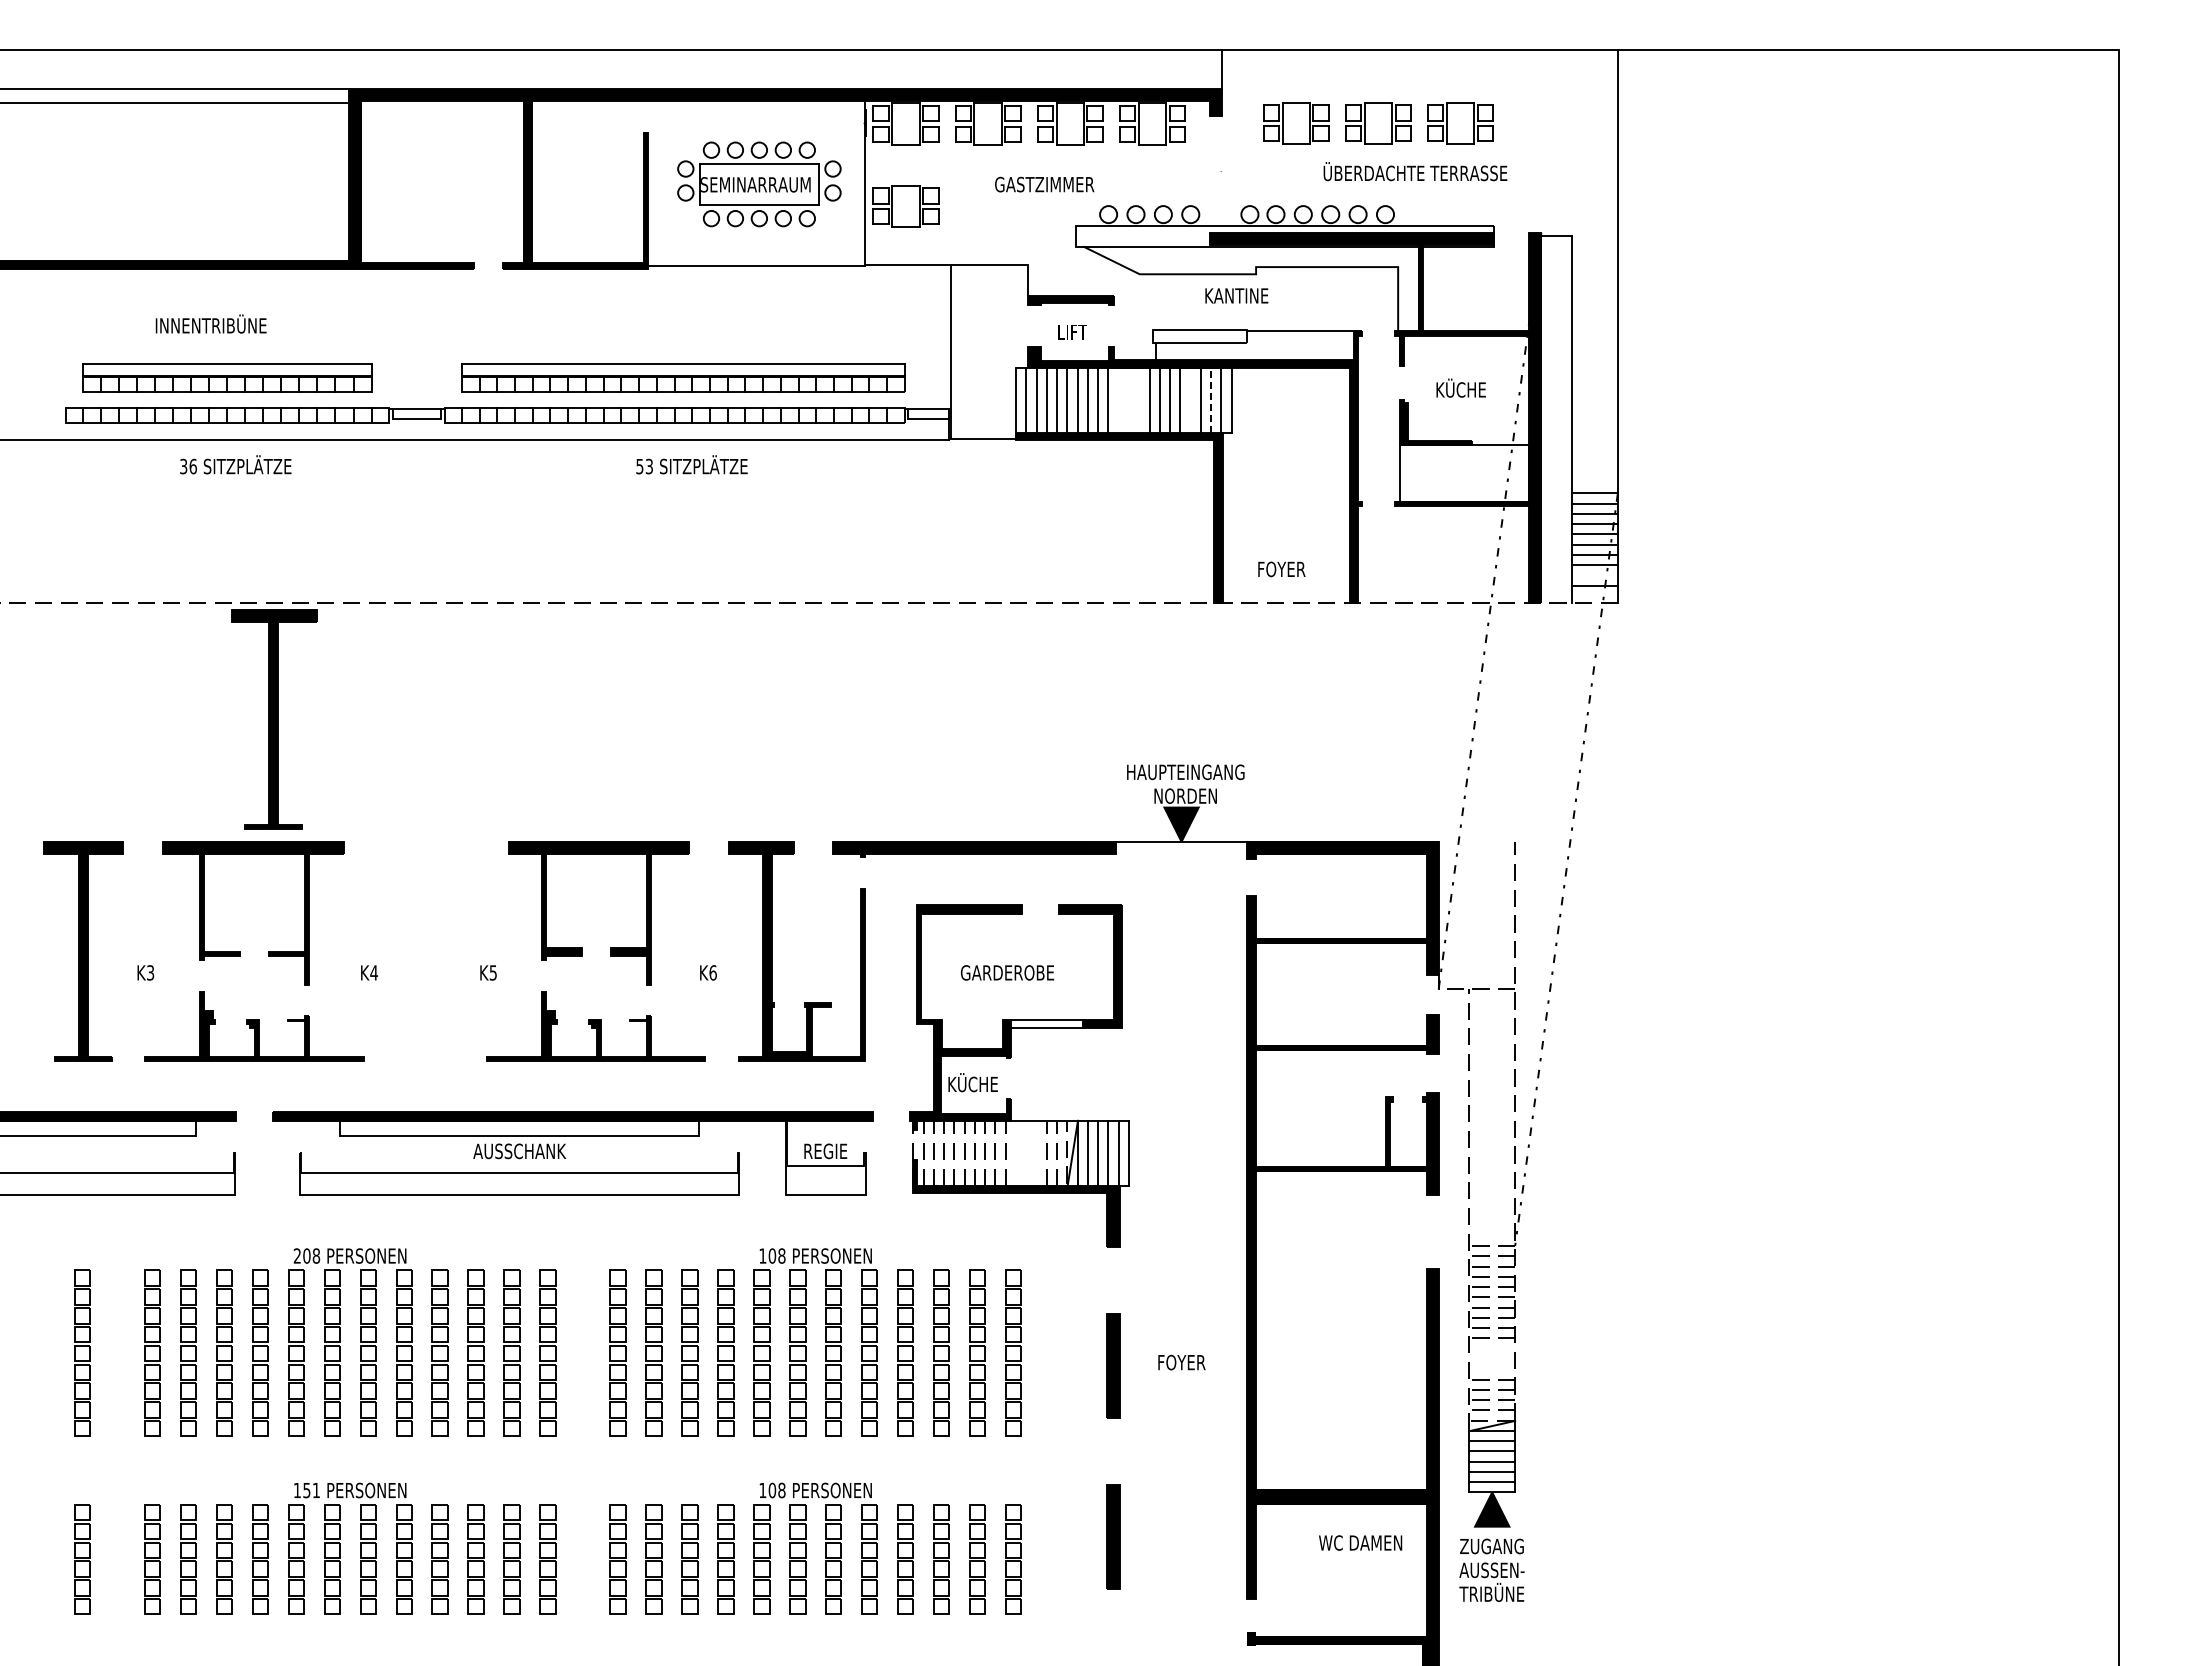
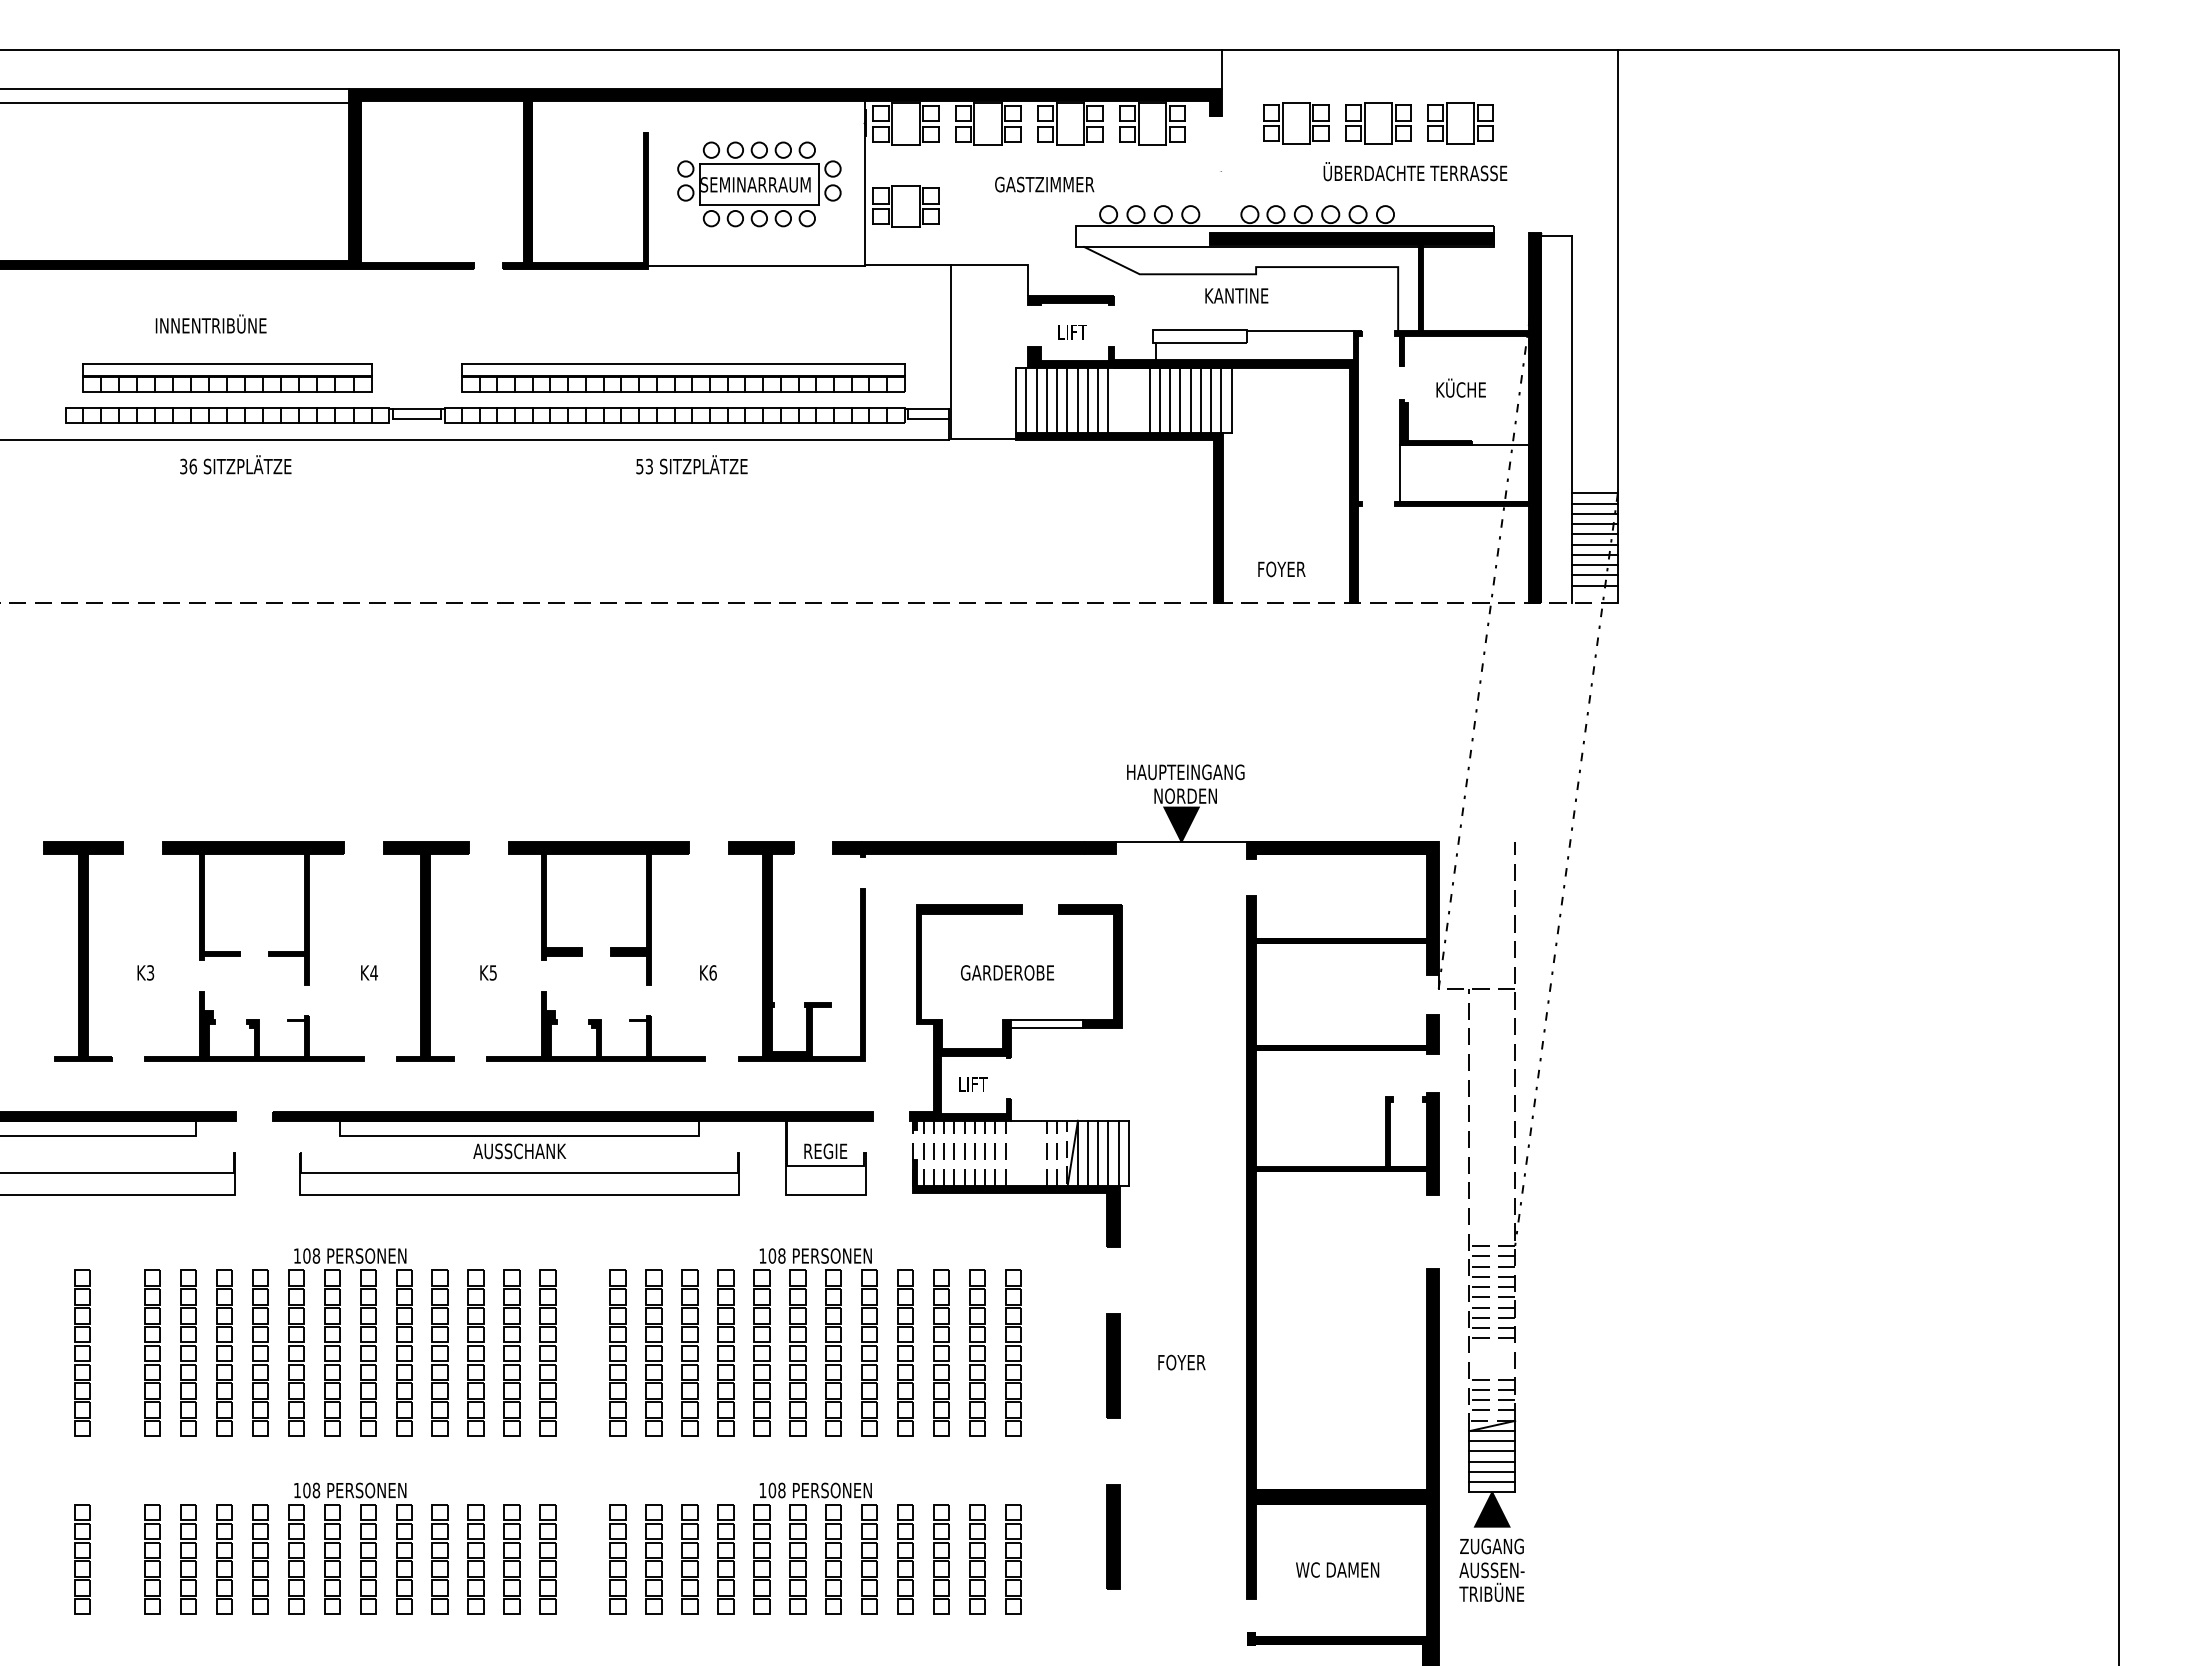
line at (1190, 400): none -> present
line at (1211, 400): dashed -> solid
line at (1594, 575): none -> present
part at (274, 719) position: (274, 719) -> (426, 951)
text at (972, 1082): KÜCHE -> LIFT
text at (296, 1255): 208 -> 108
text at (311, 1490): 151 -> 108
text at (1360, 1542) position: (1360, 1542) -> (1337, 1569)
